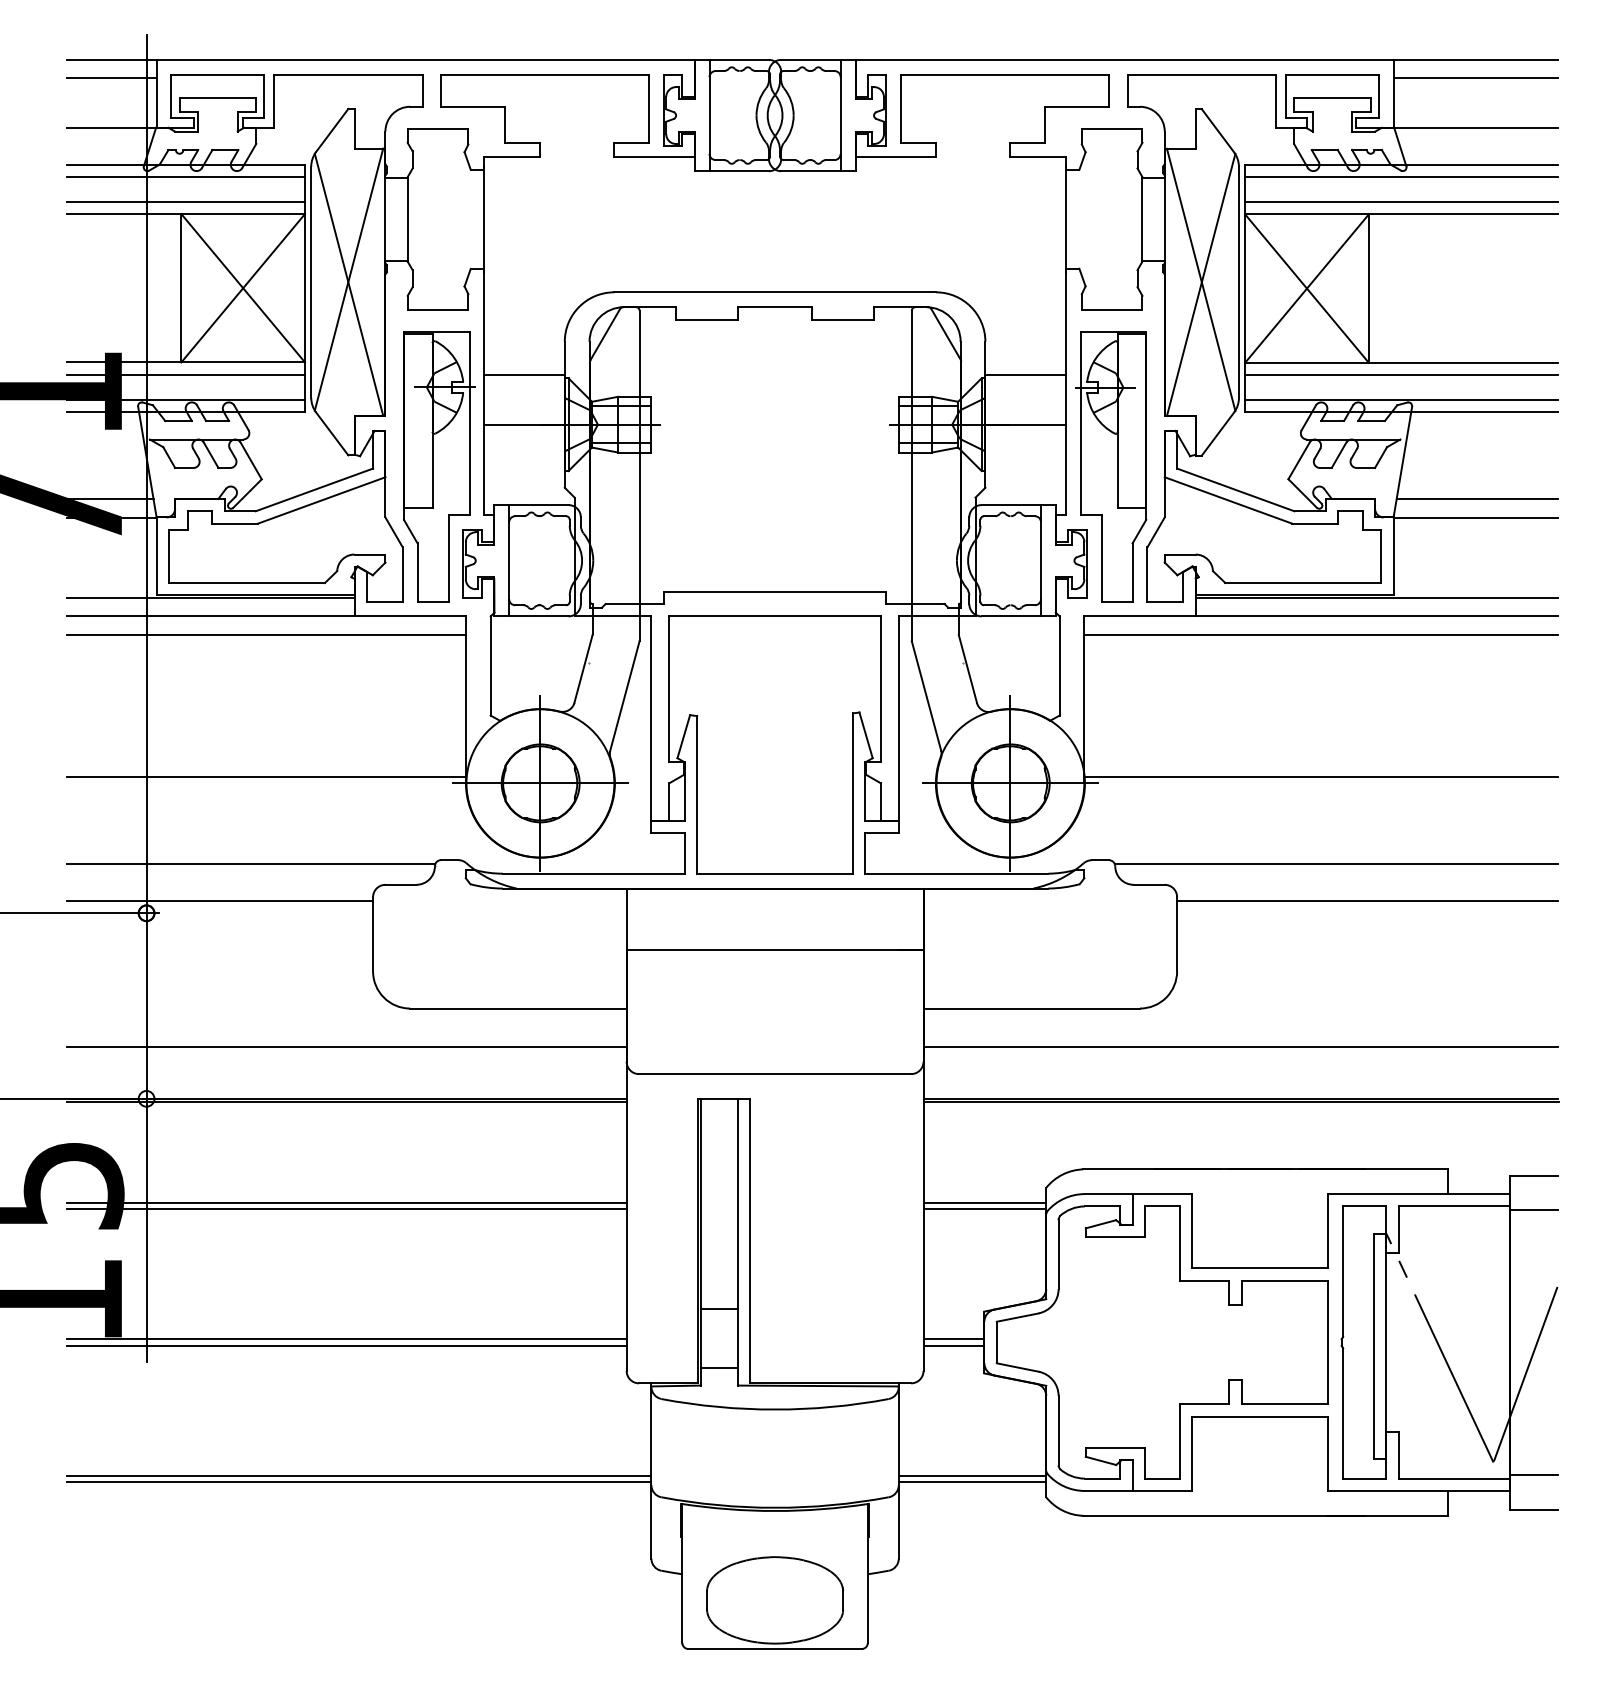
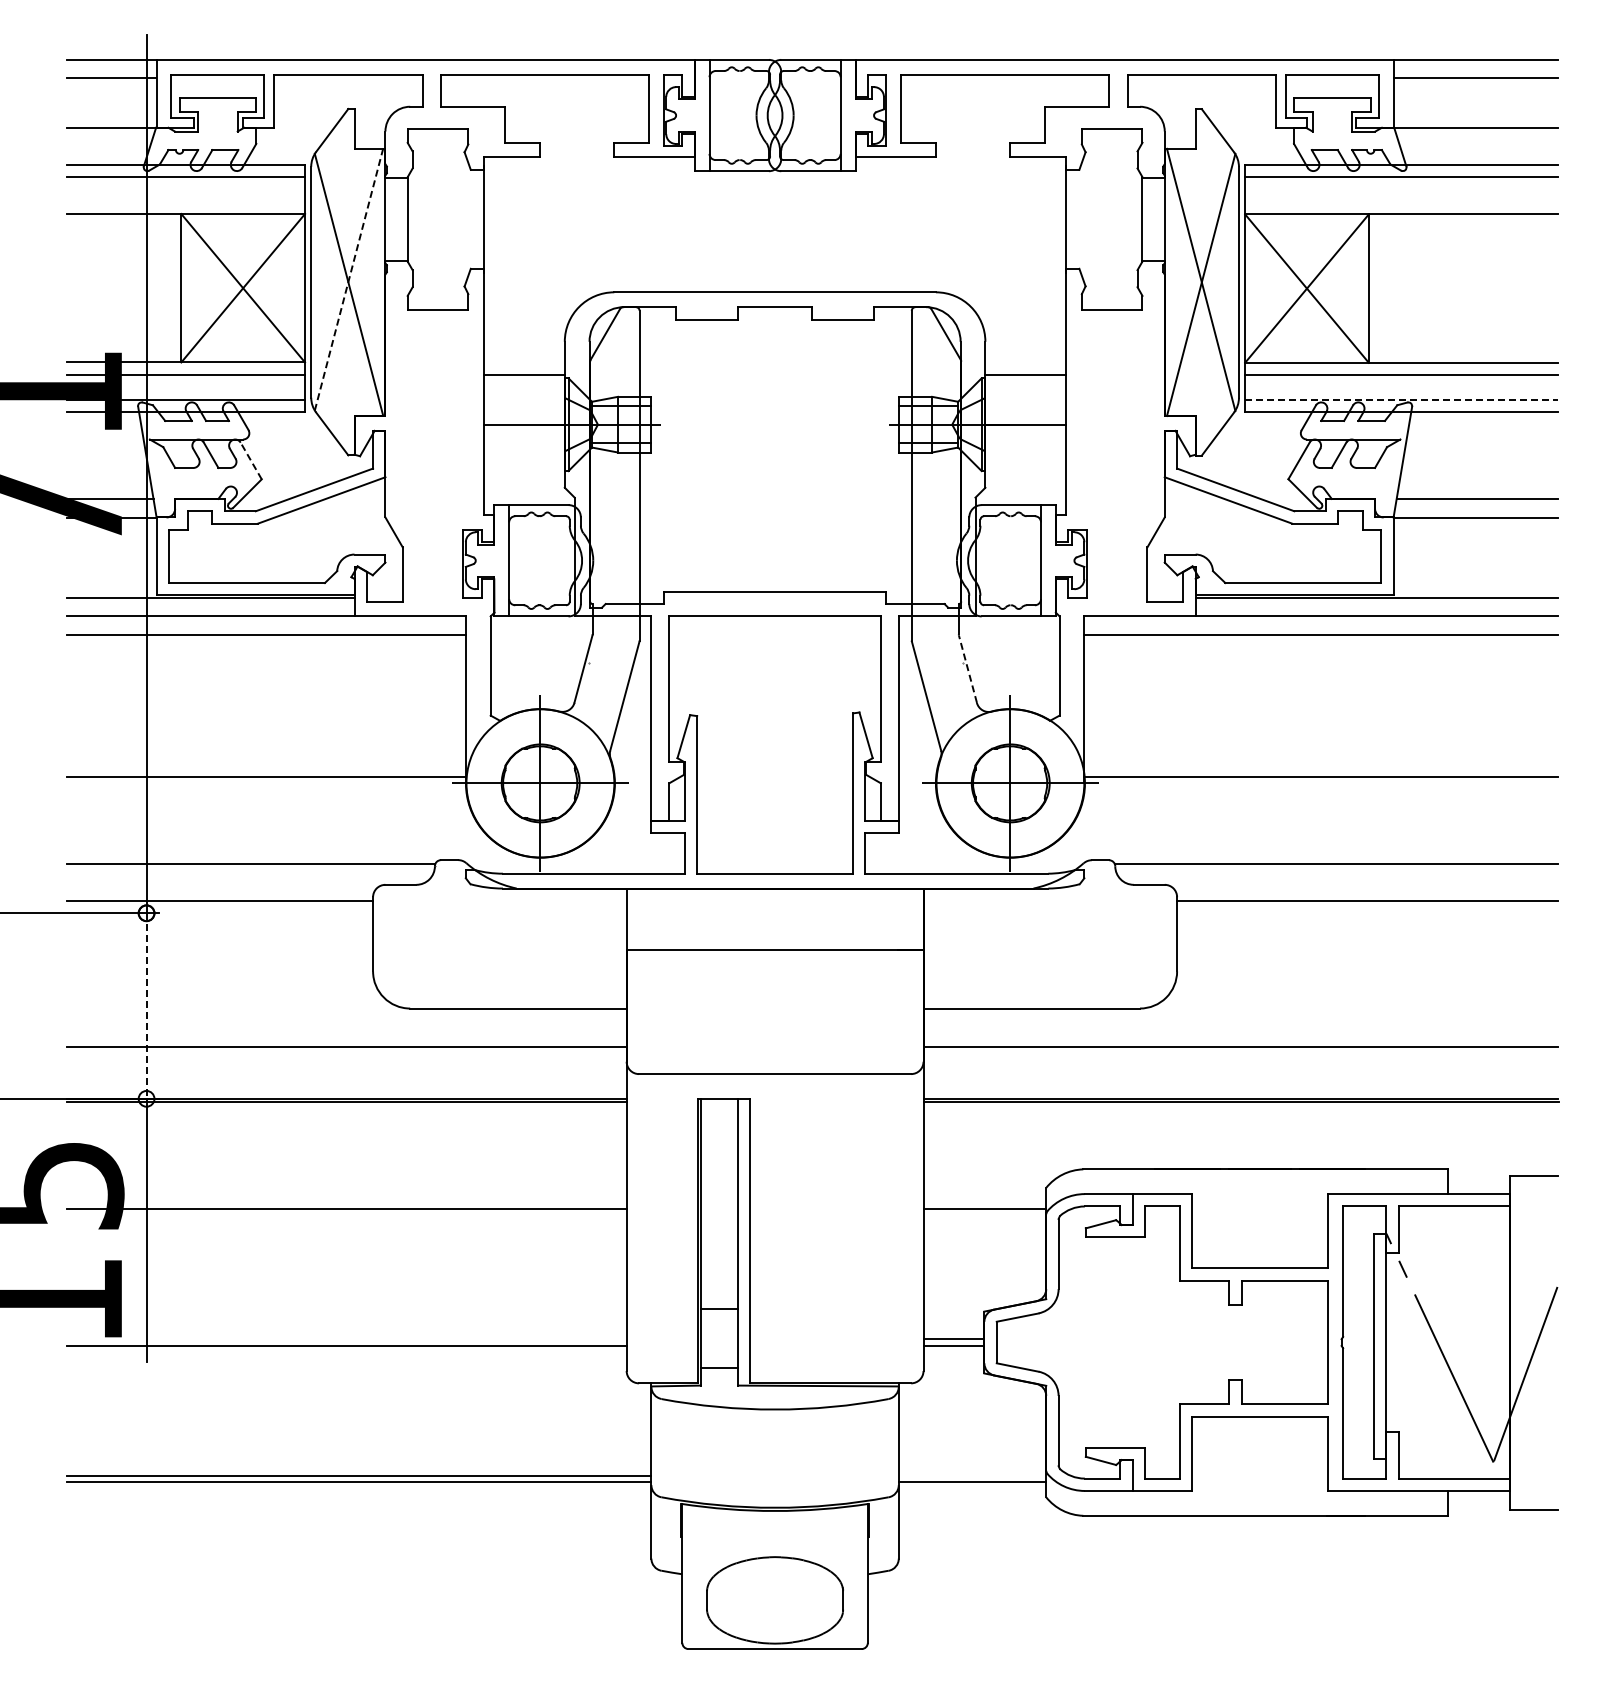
line at (185, 201): present -> none
line at (1401, 202): present -> none
line at (349, 279): solid -> dashed
line at (1401, 399): solid -> dashed
line at (250, 460): solid -> dashed
part at (439, 466): present -> none
part at (1111, 466): present -> none
line at (967, 669): solid -> dashed
line at (146, 1006): solid -> dashed
line at (346, 1203): present -> none
line at (984, 1203): present -> none
line at (1533, 1210): present -> none
line at (346, 1338): present -> none
line at (1533, 1474): present -> none
line at (972, 1475): present -> none
